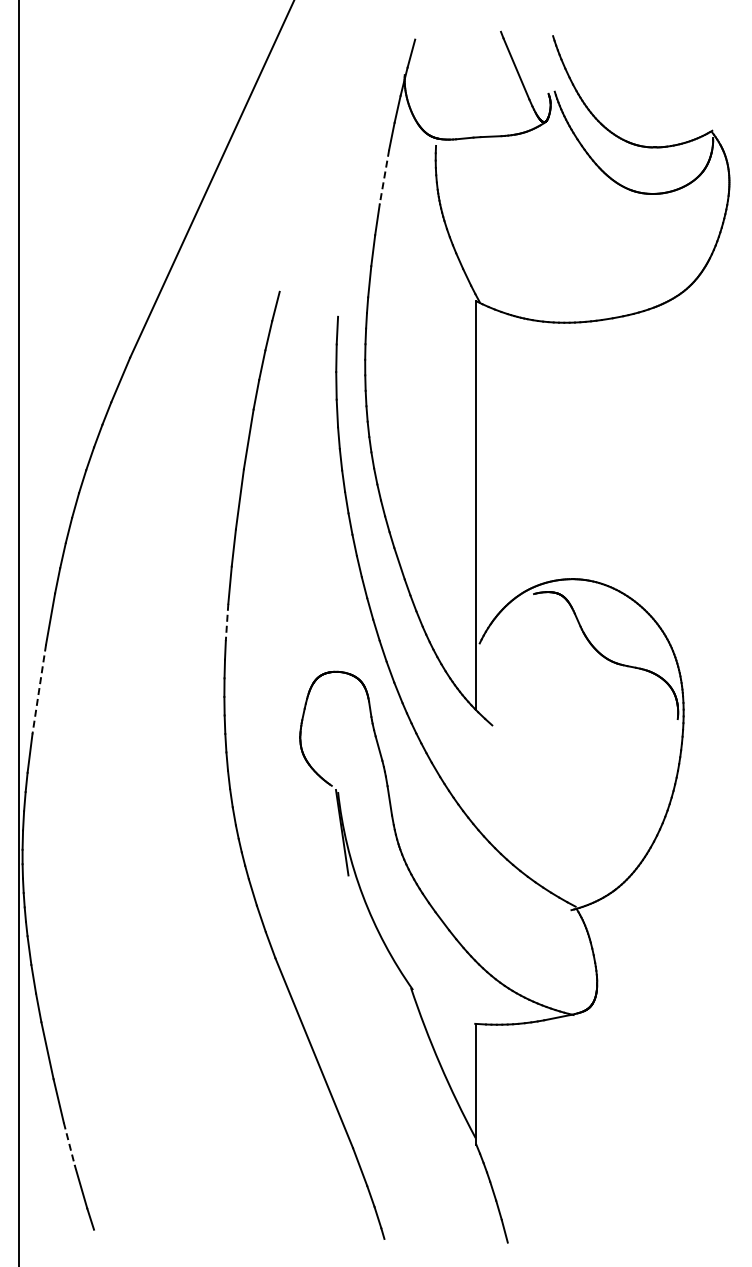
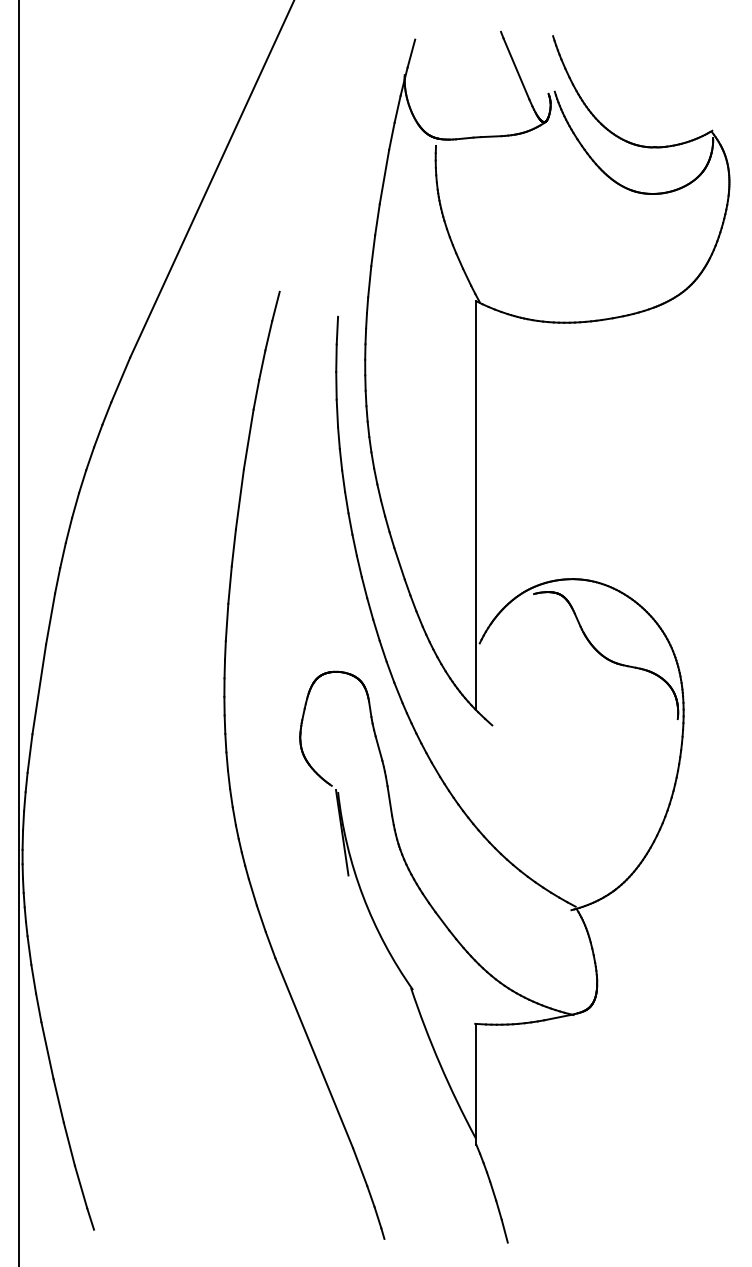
line at (384, 177): dashed -> solid
line at (227, 622): dashed -> solid
line at (39, 689): dashed -> solid
line at (69, 1144): dashed -> solid
